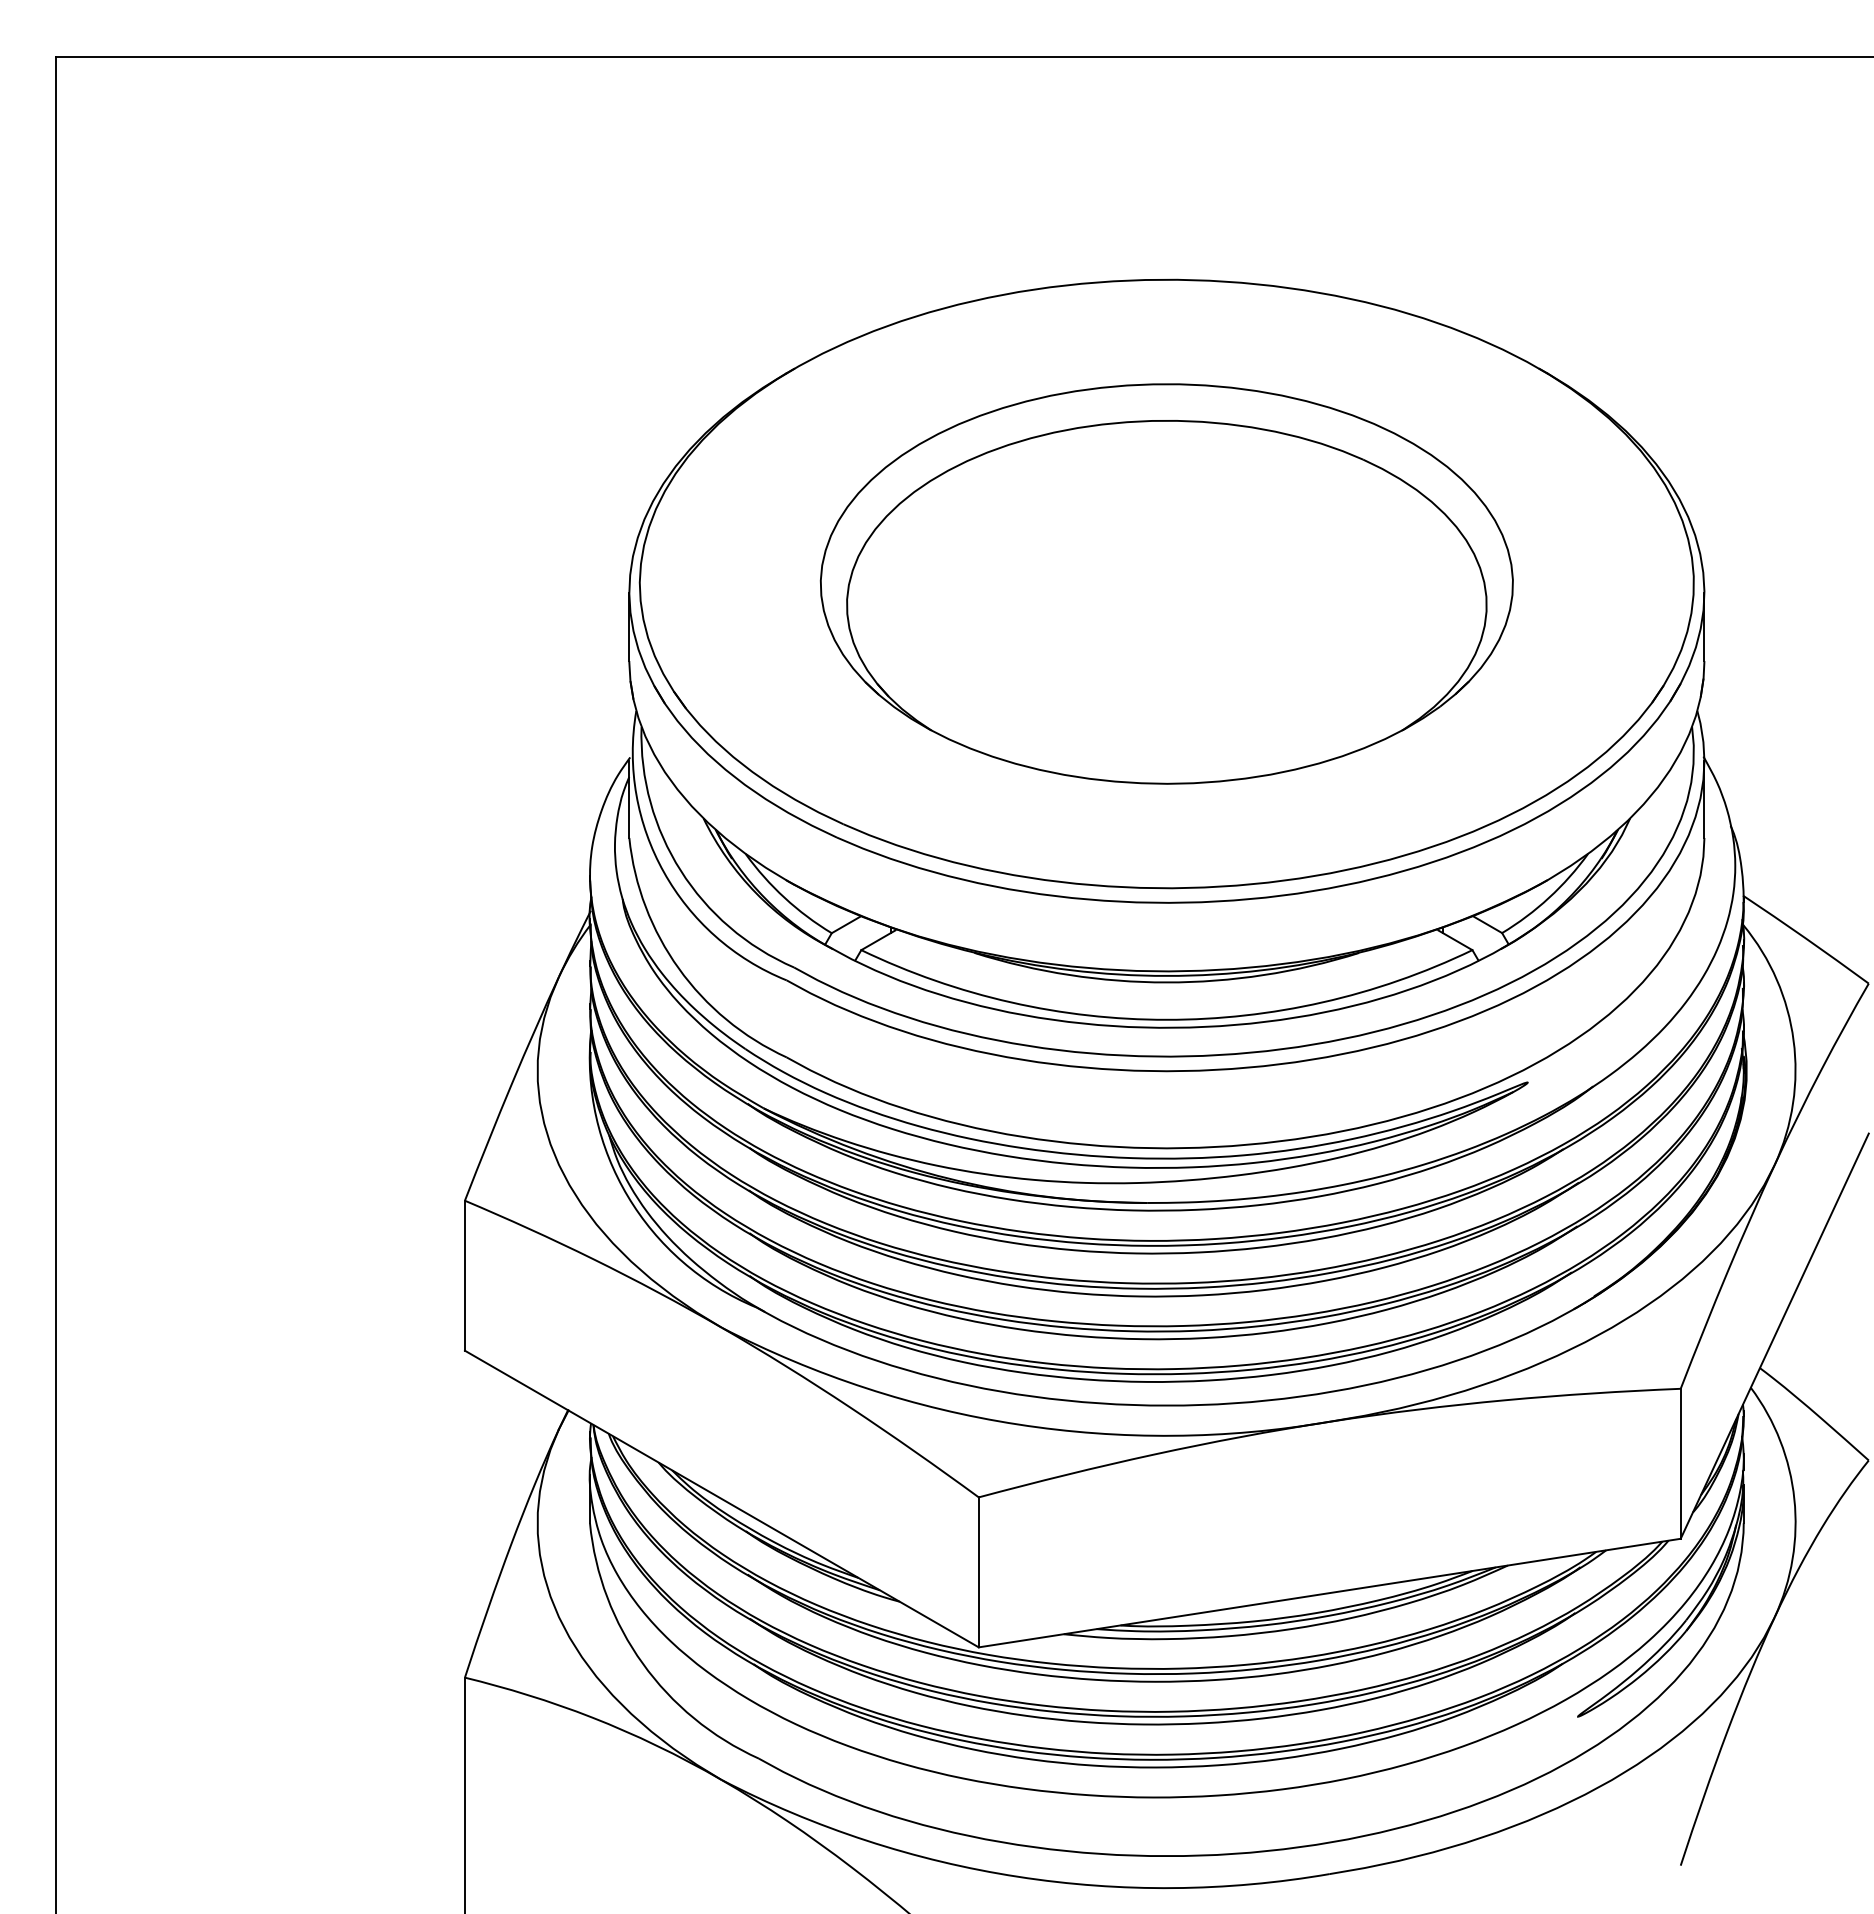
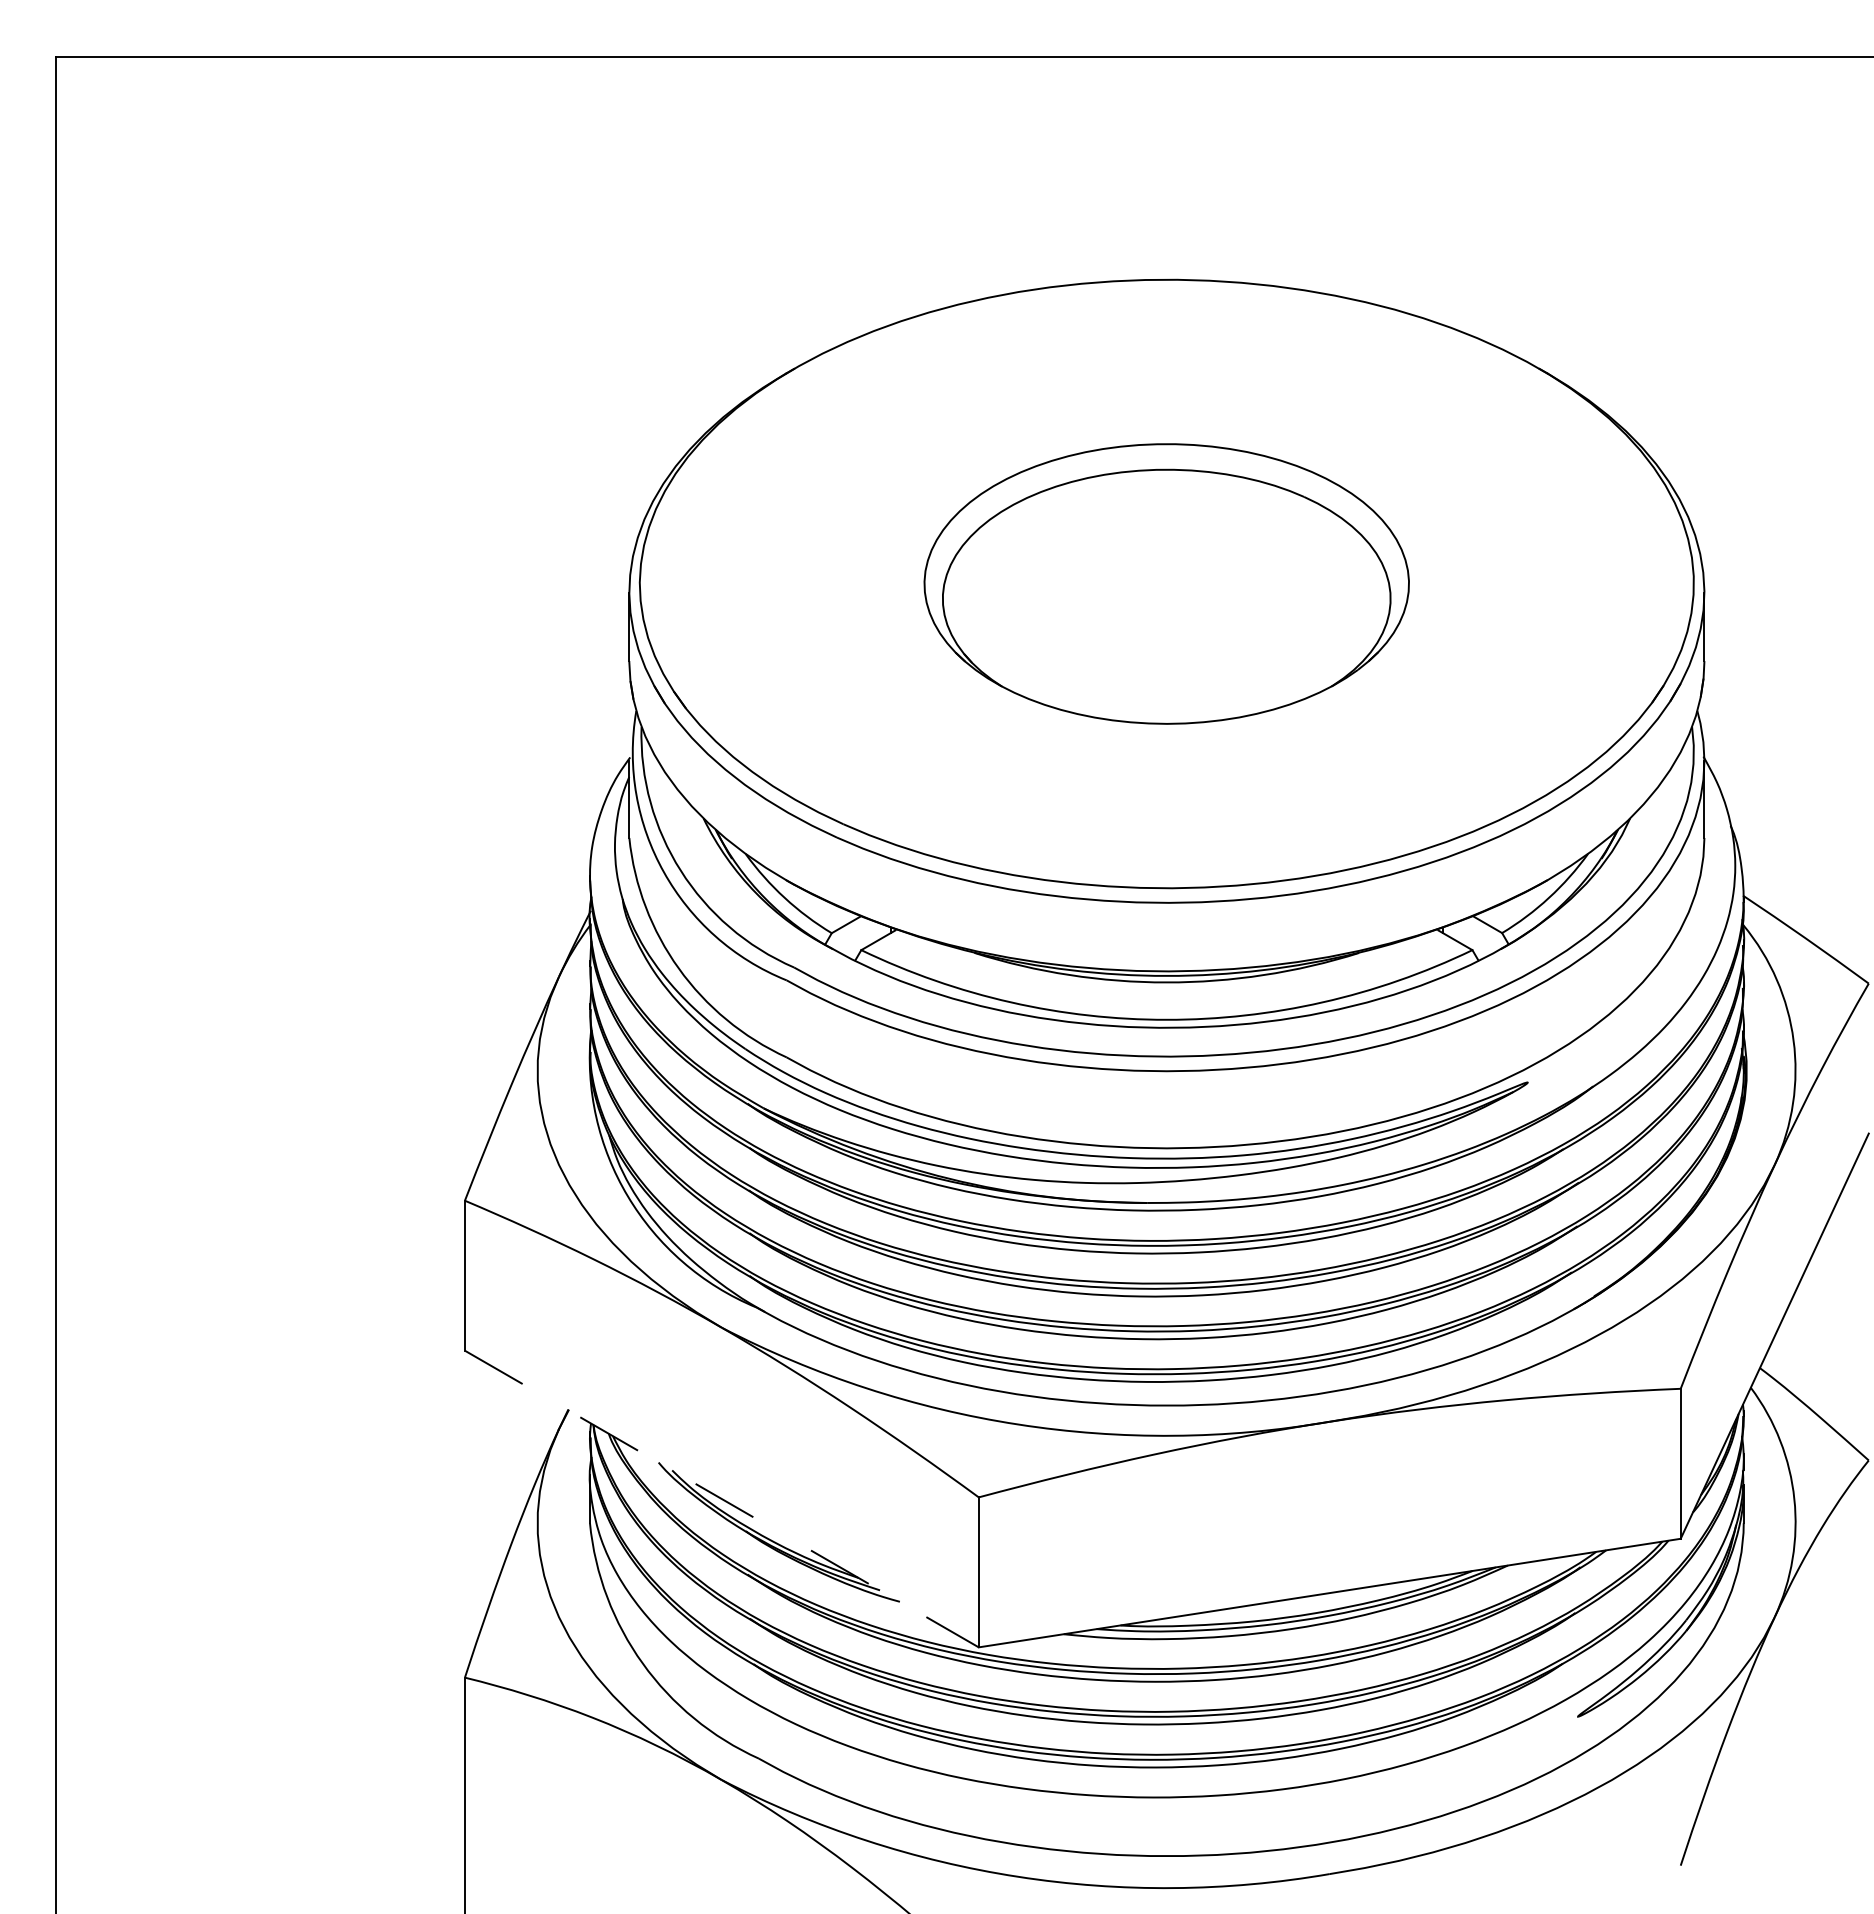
part at (1166, 583) size: 695x402 px -> 487x282 px
line at (721, 1499): solid -> dashed
